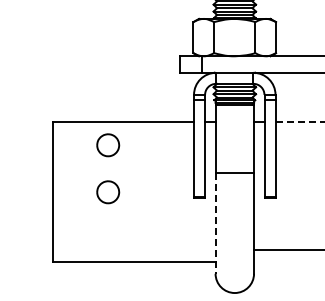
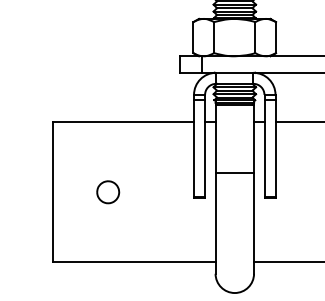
line at (299, 122): dashed -> solid
part at (108, 145): present -> none
line at (215, 224): dashed -> solid
line at (287, 250) position: (287, 250) -> (287, 262)
